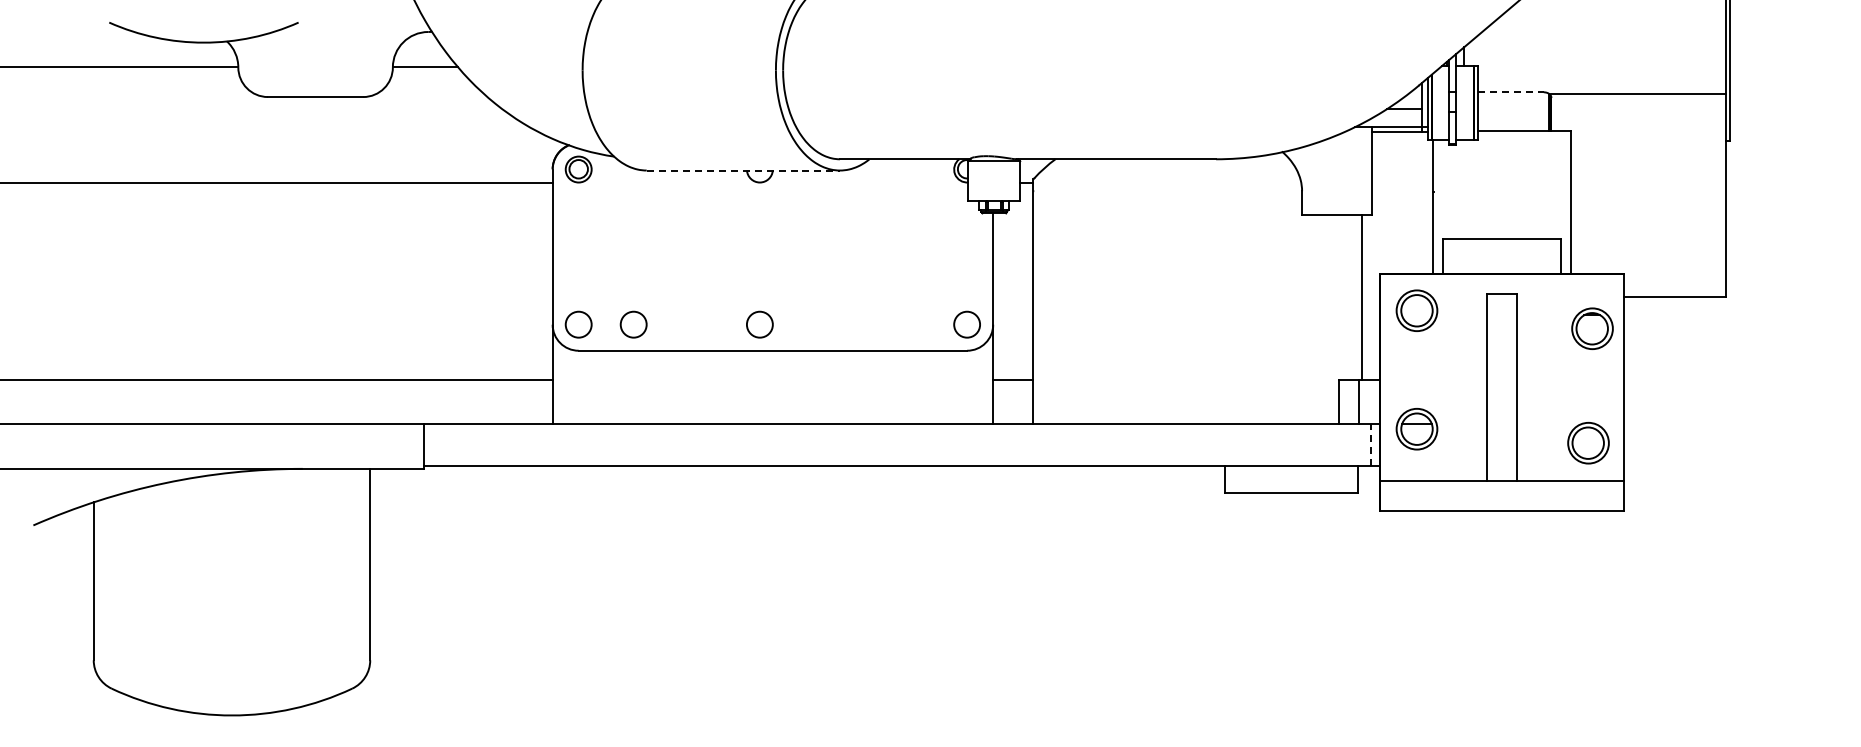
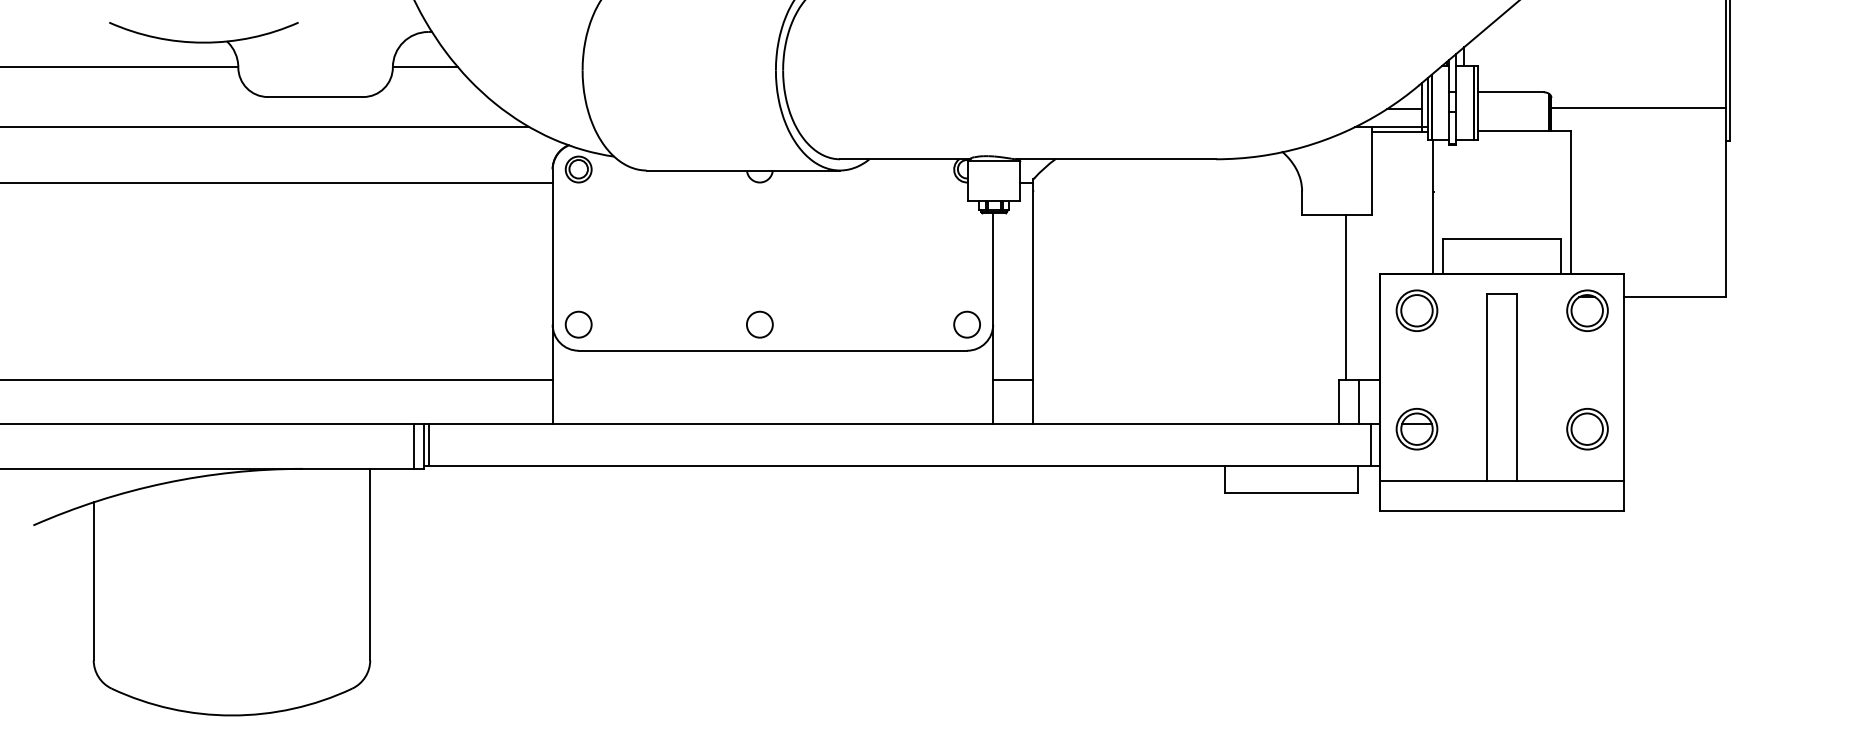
line at (1510, 92): dashed -> solid
line at (1638, 94) position: (1638, 94) -> (1638, 108)
line at (265, 126): none -> present
line at (743, 170): dashed -> solid
line at (1362, 297) position: (1362, 297) -> (1346, 297)
circle at (633, 324): present -> none
part at (1592, 328) position: (1592, 328) -> (1587, 310)
part at (1588, 443) position: (1588, 443) -> (1587, 429)
line at (429, 444): none -> present
line at (1371, 445): dashed -> solid
line at (413, 446): none -> present
